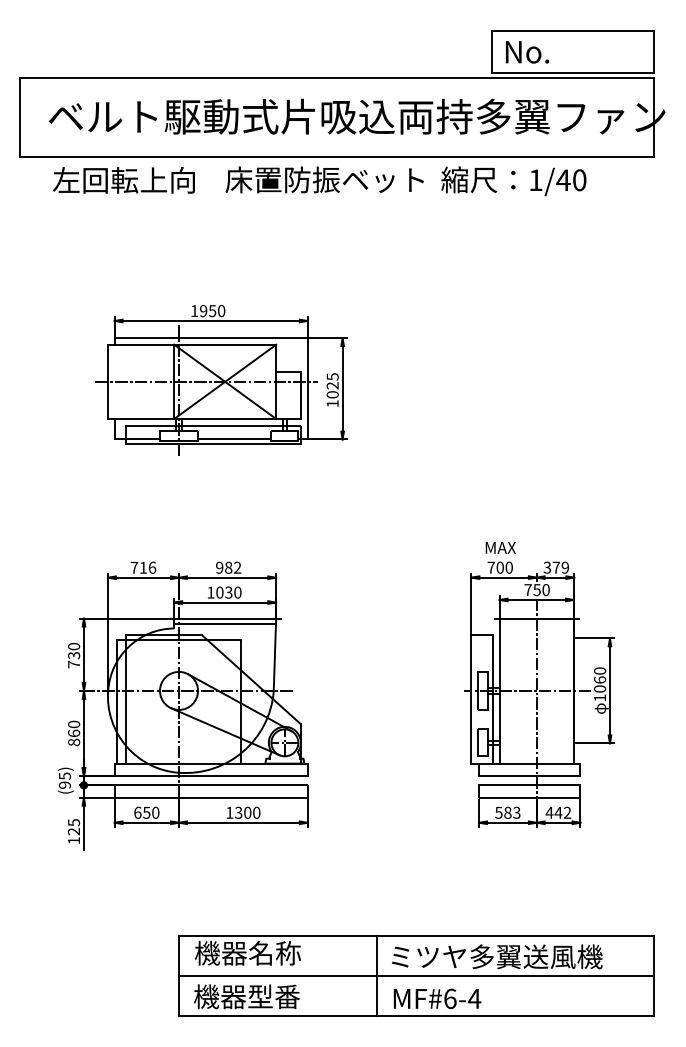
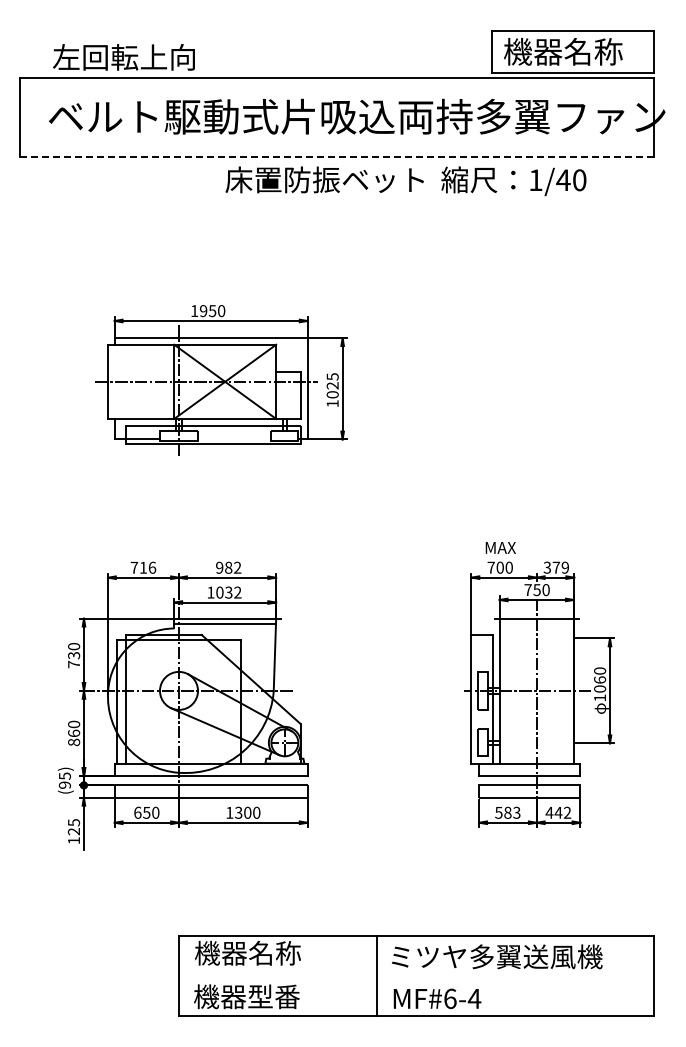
text at (563, 51): No. -> 機器名称
line at (337, 156): solid -> dashed
text at (123, 180) position: (123, 180) -> (123, 57)
line at (234, 439): present -> none
text at (237, 592): 1030 -> 1032
line at (415, 976): present -> none
